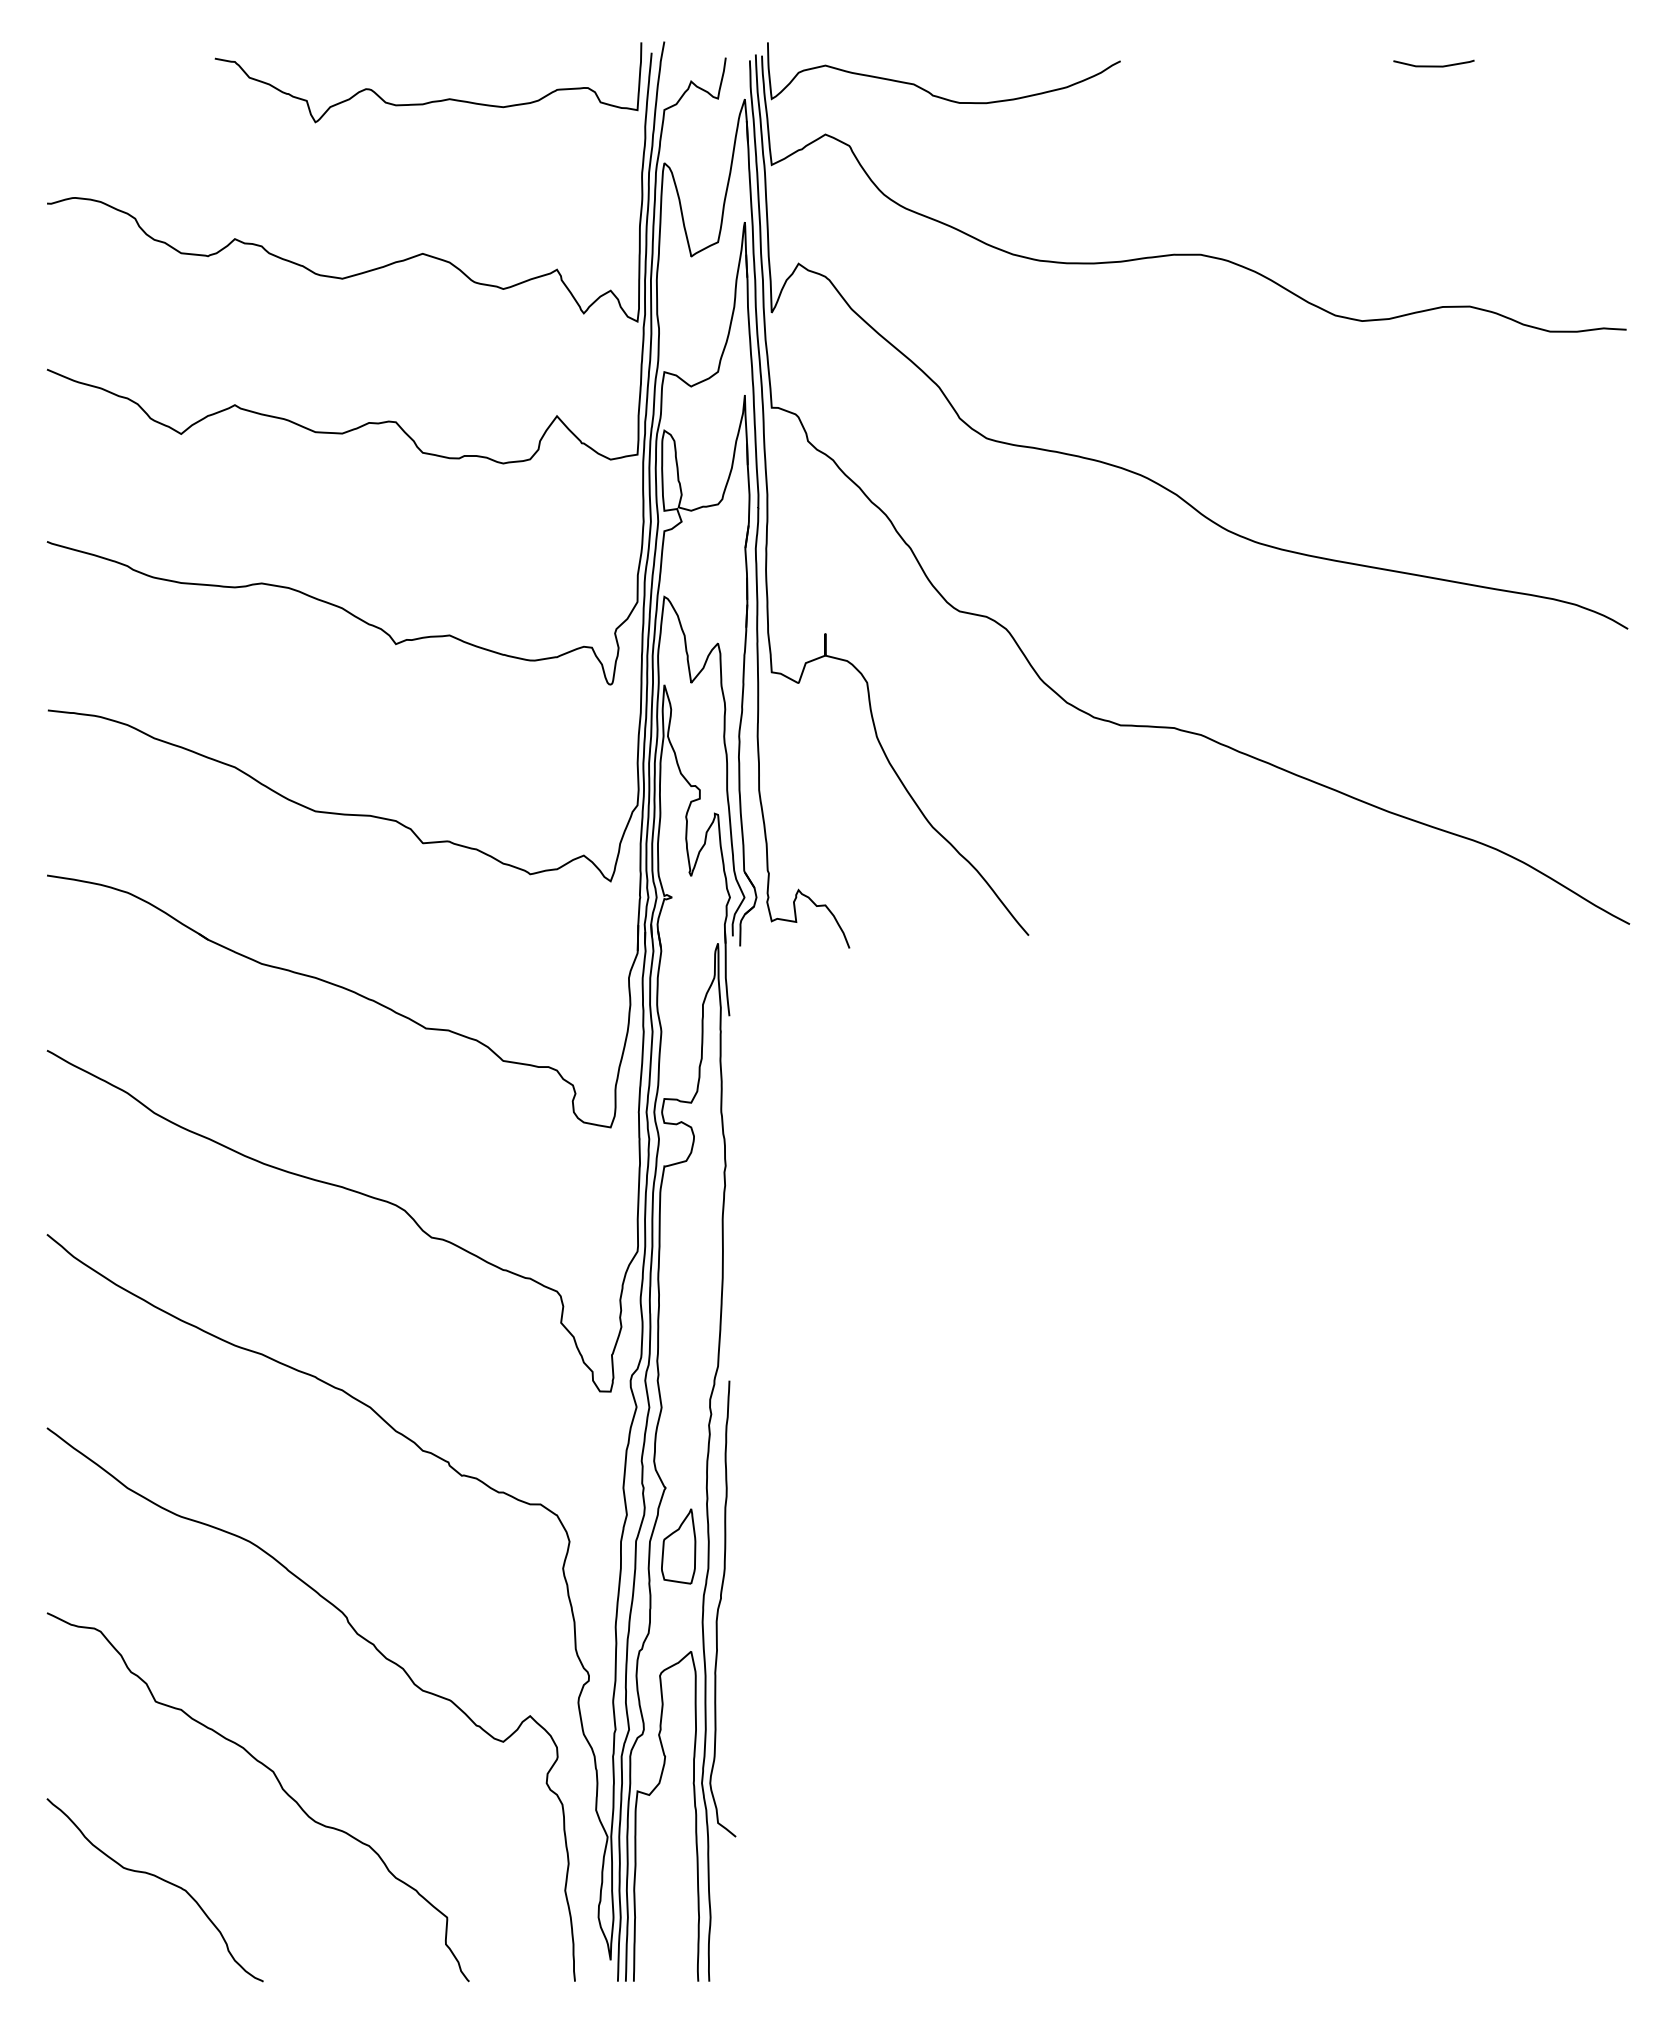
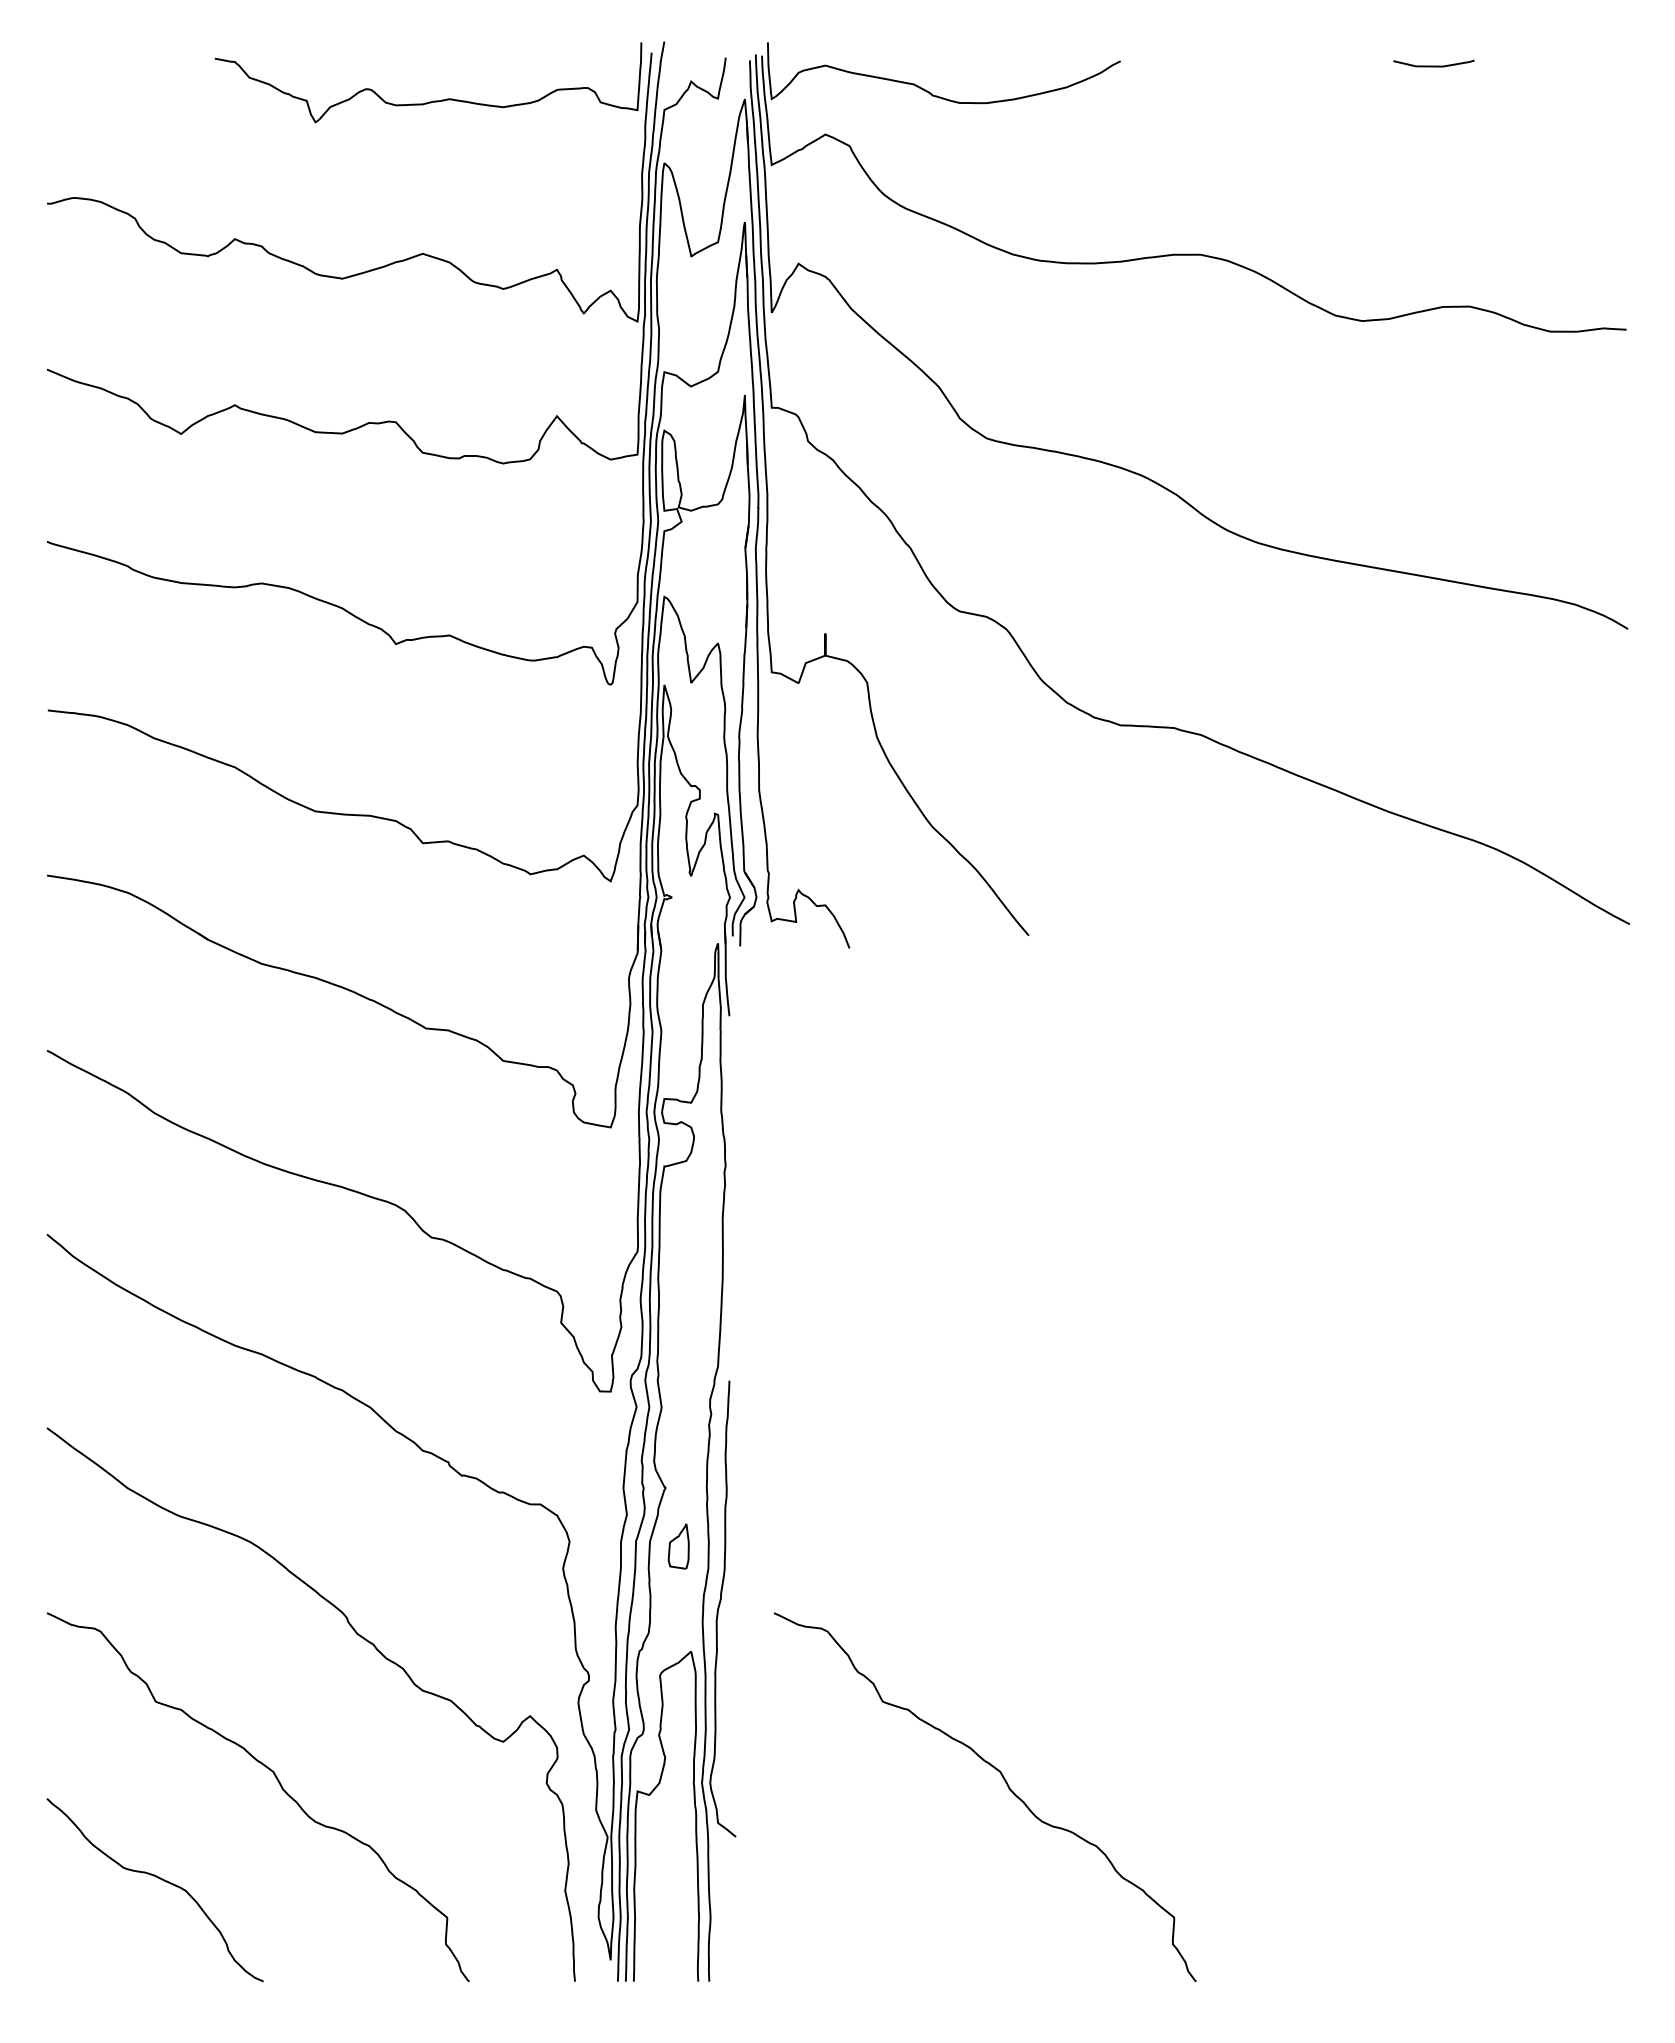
part at (678, 1546) size: 36x77 px -> 23x47 px
curve at (1005, 1783): none -> present
